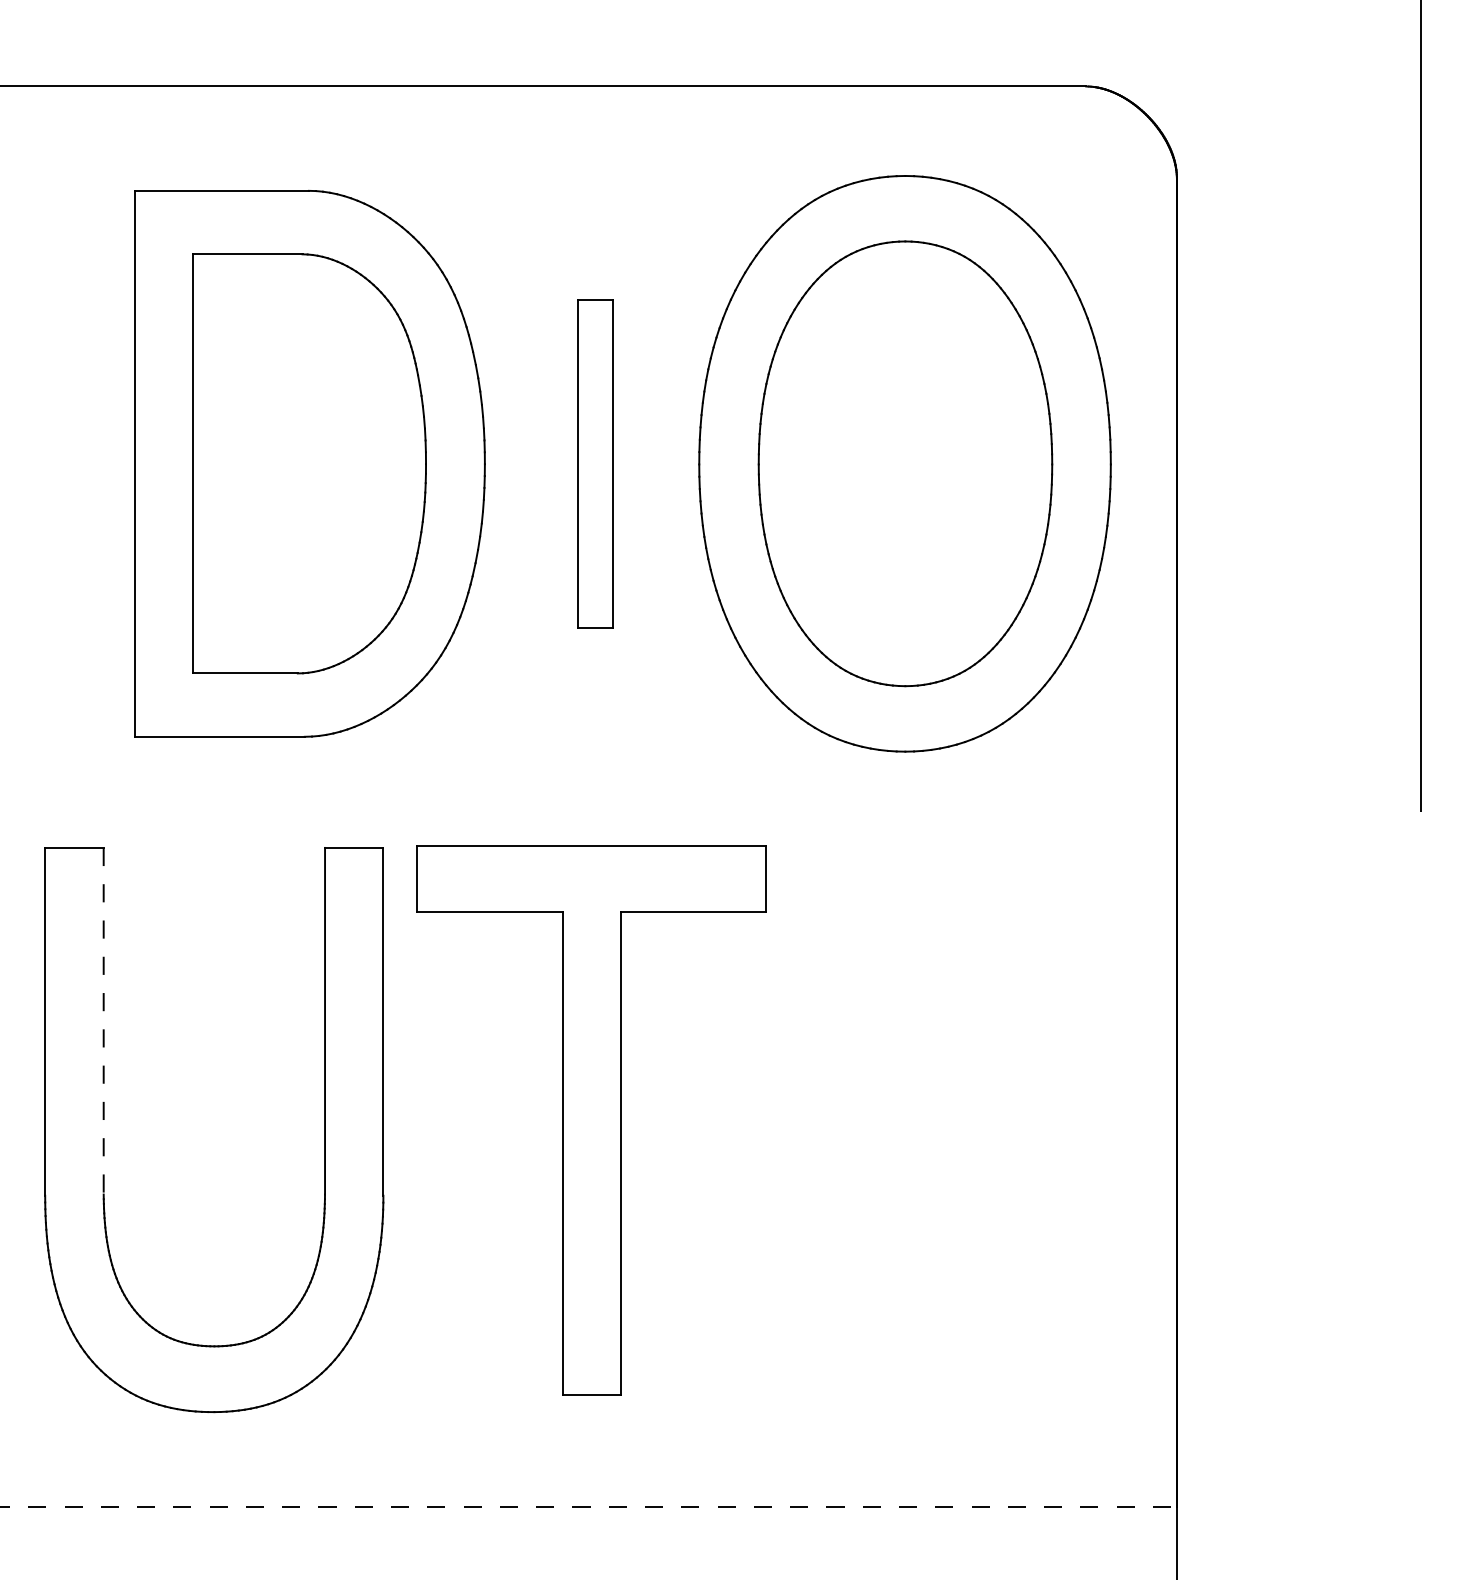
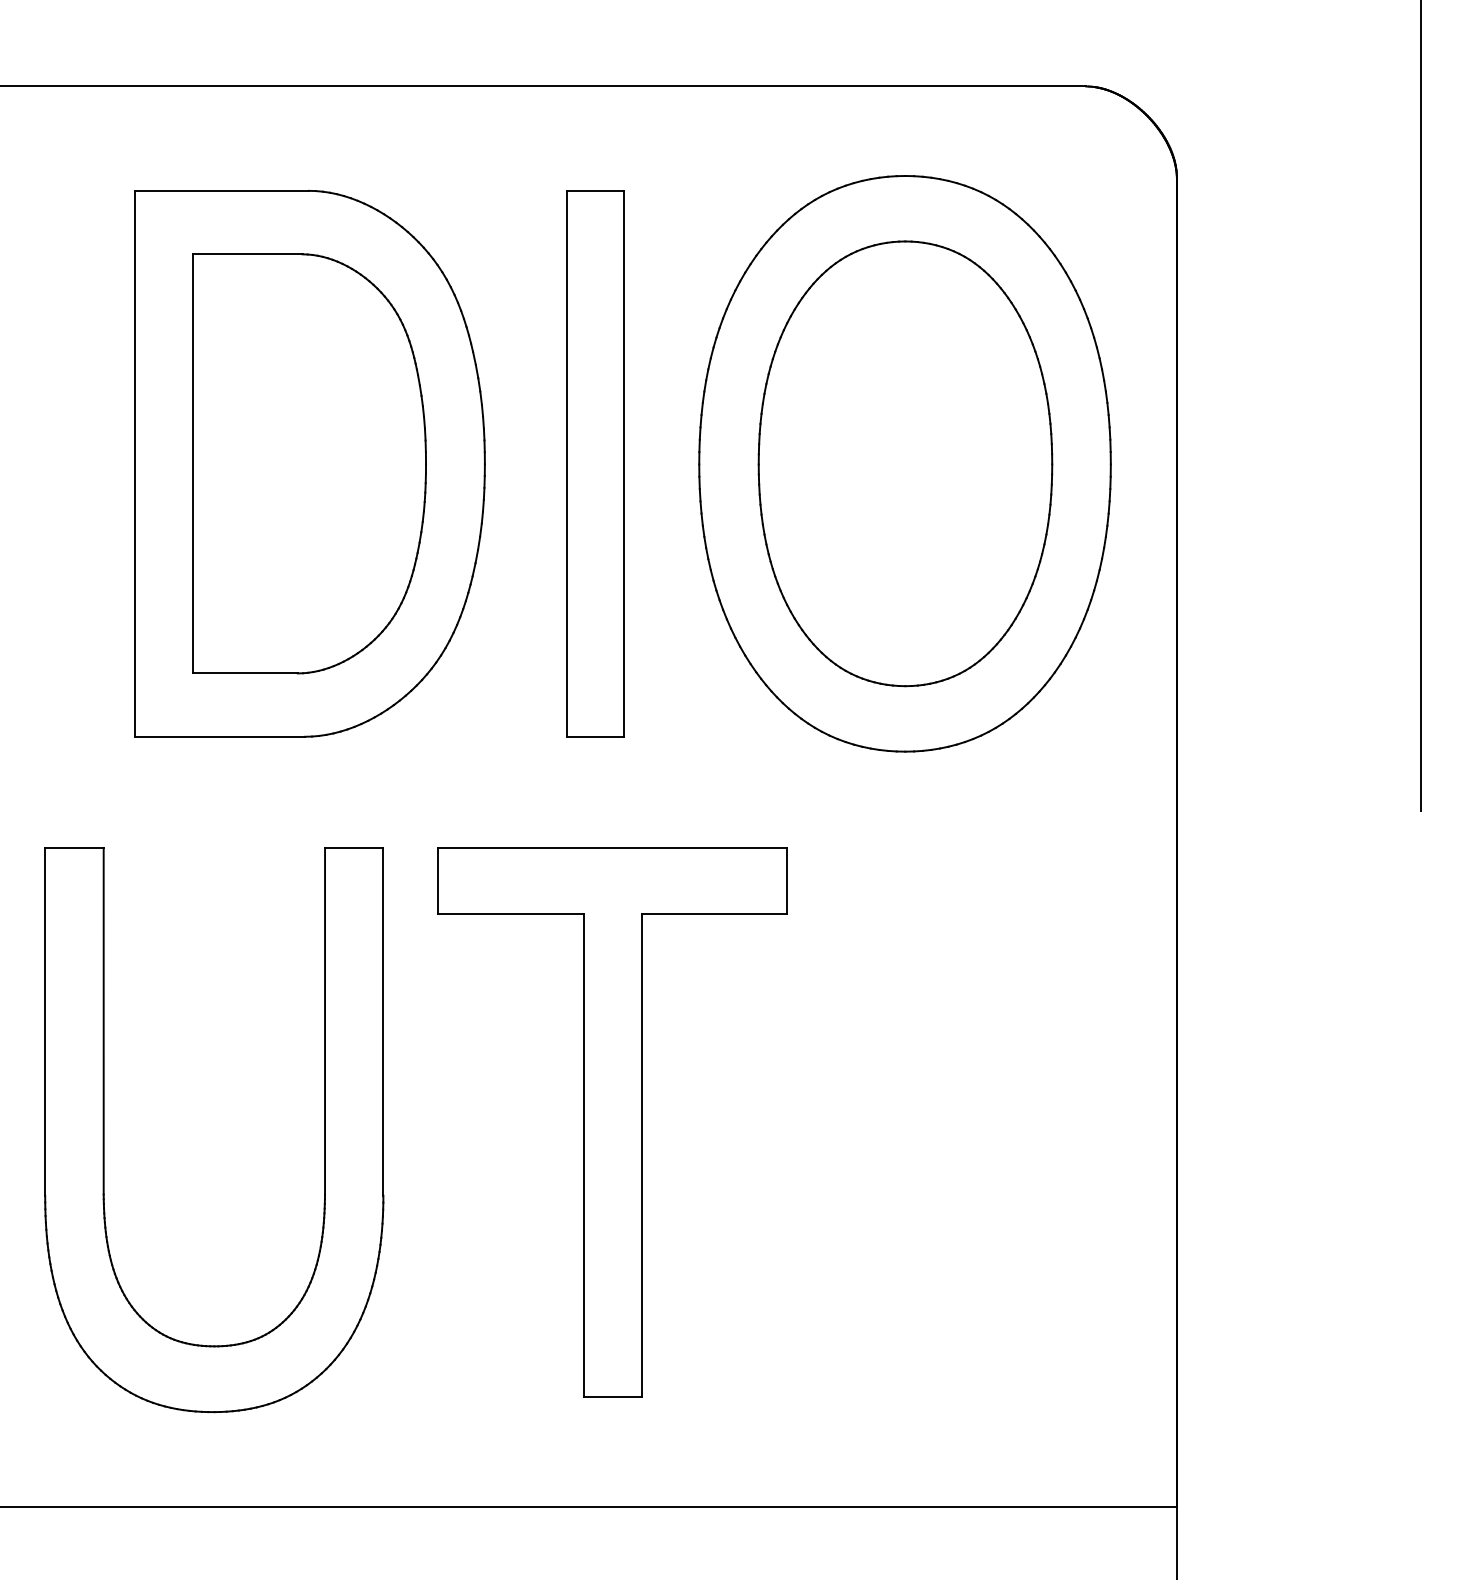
part at (595, 463) size: 37x330 px -> 59x548 px
line at (103, 1021): dashed -> solid
part at (591, 1120) position: (591, 1120) -> (612, 1122)
line at (589, 1507): dashed -> solid
